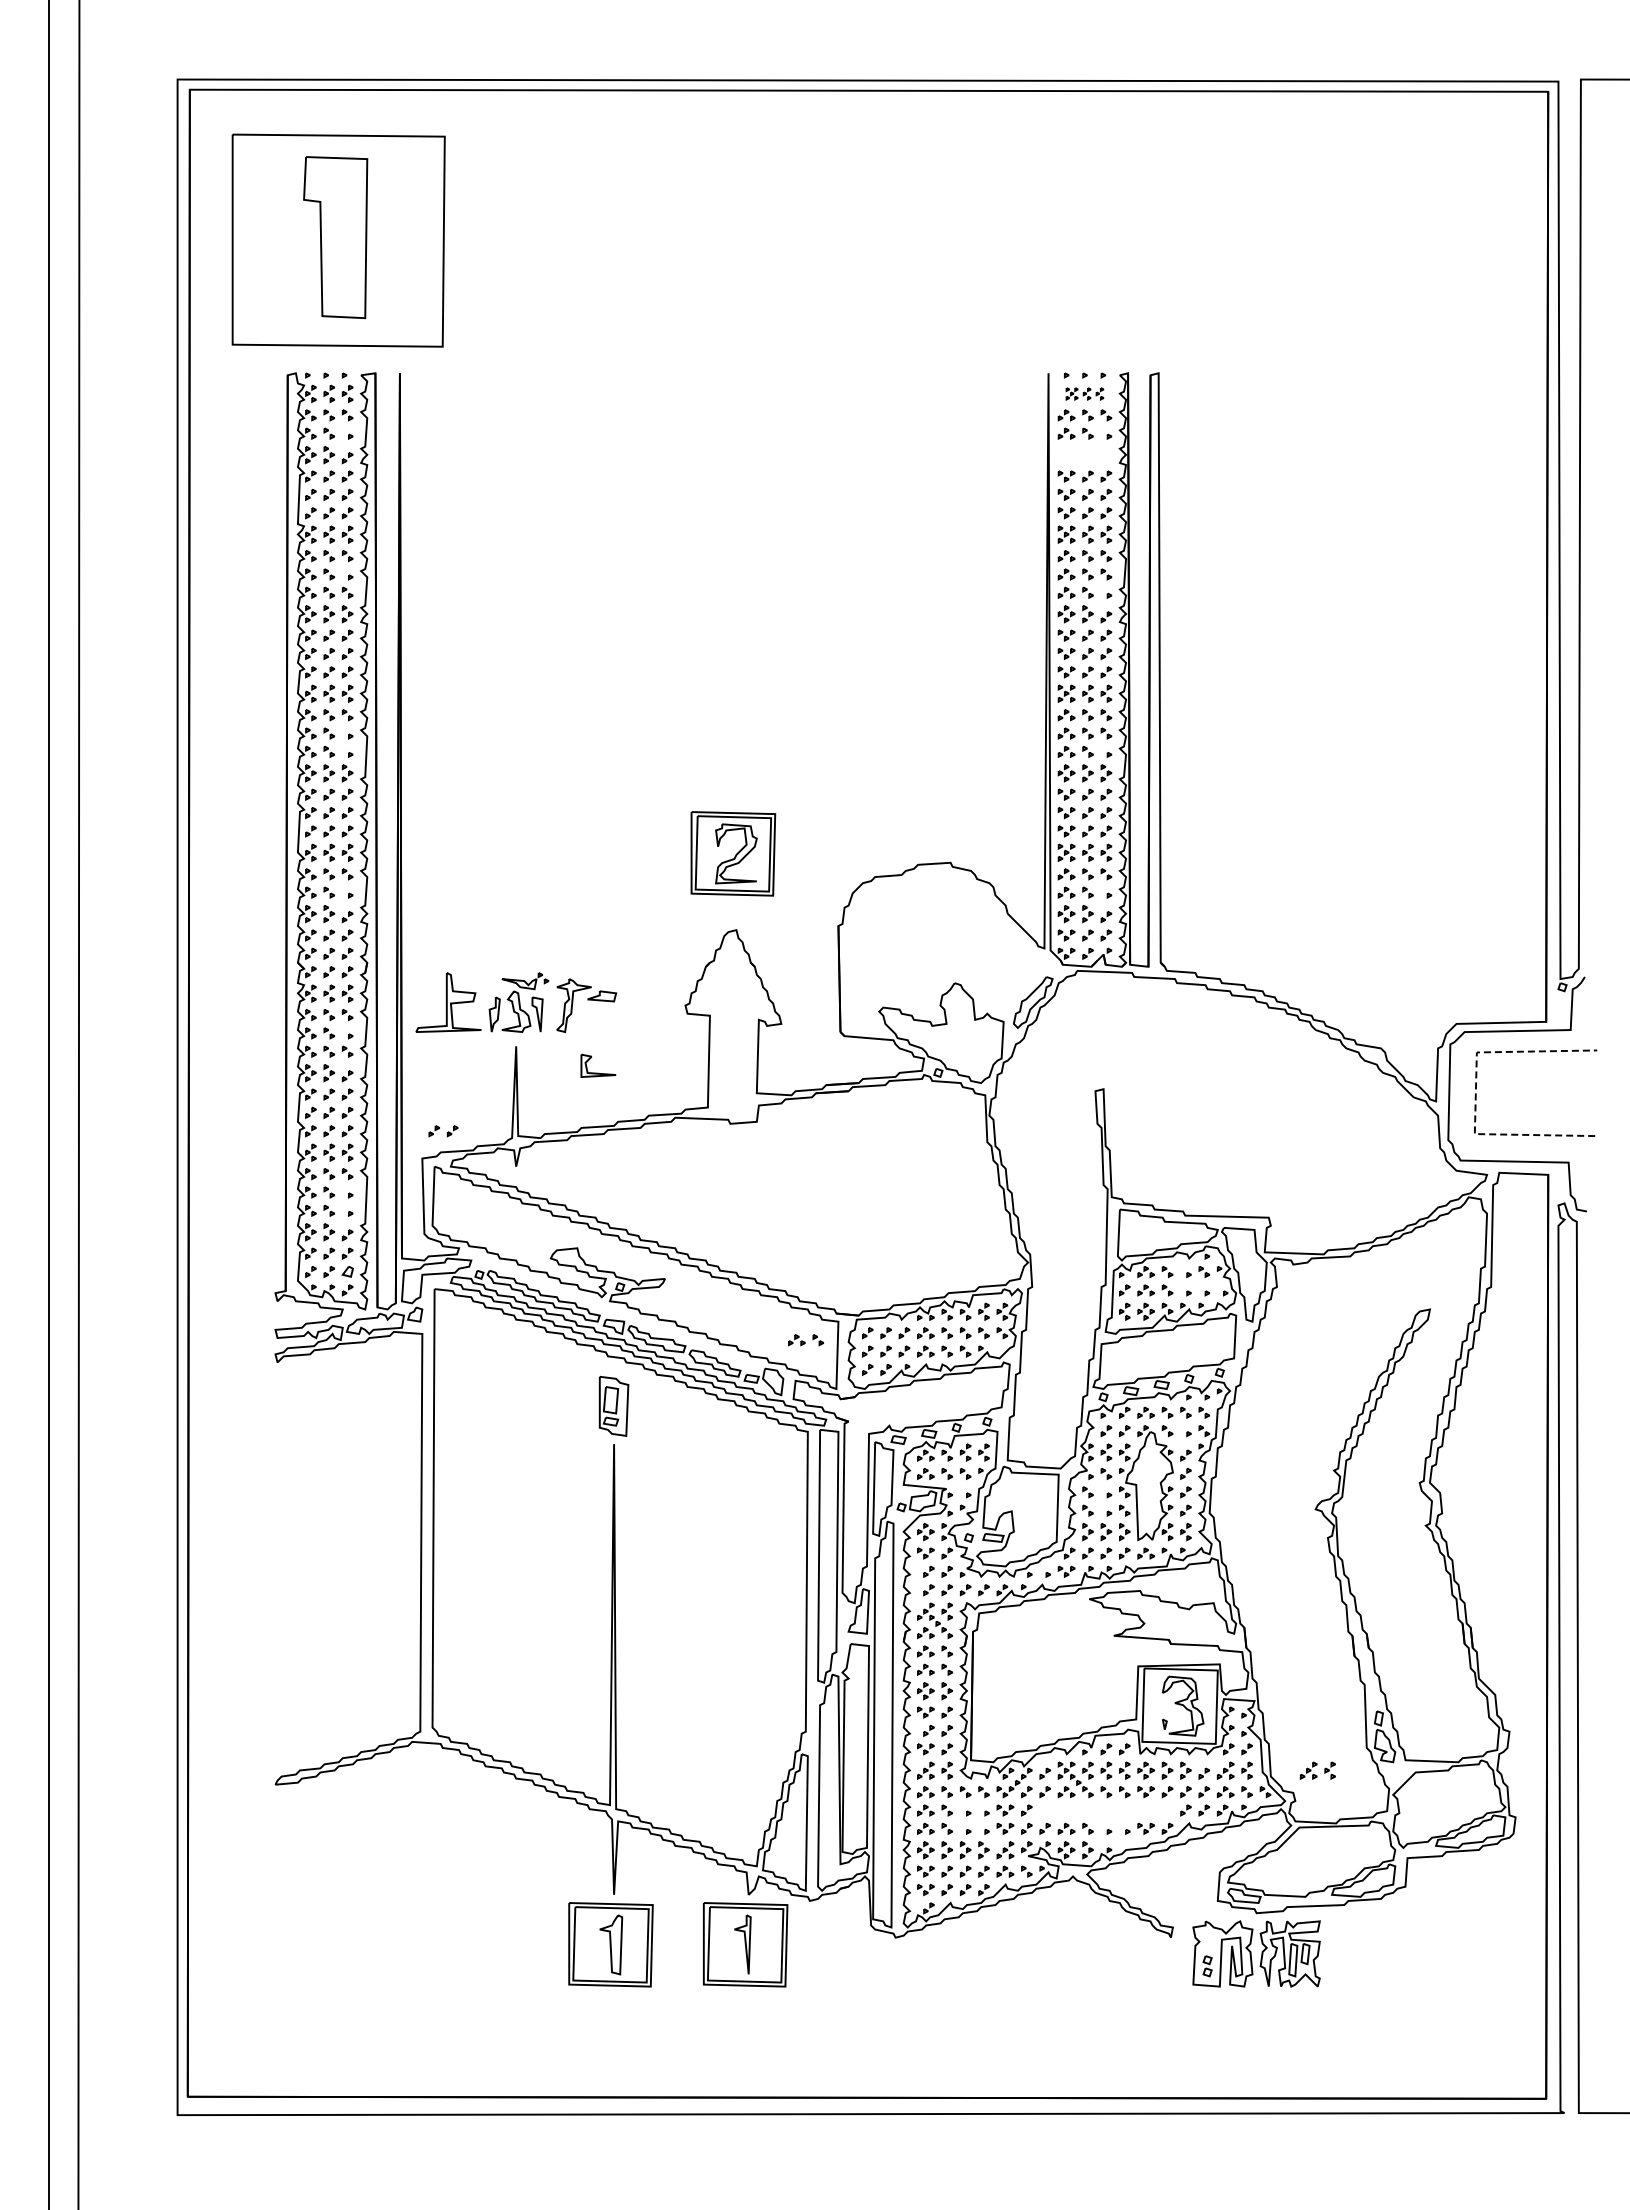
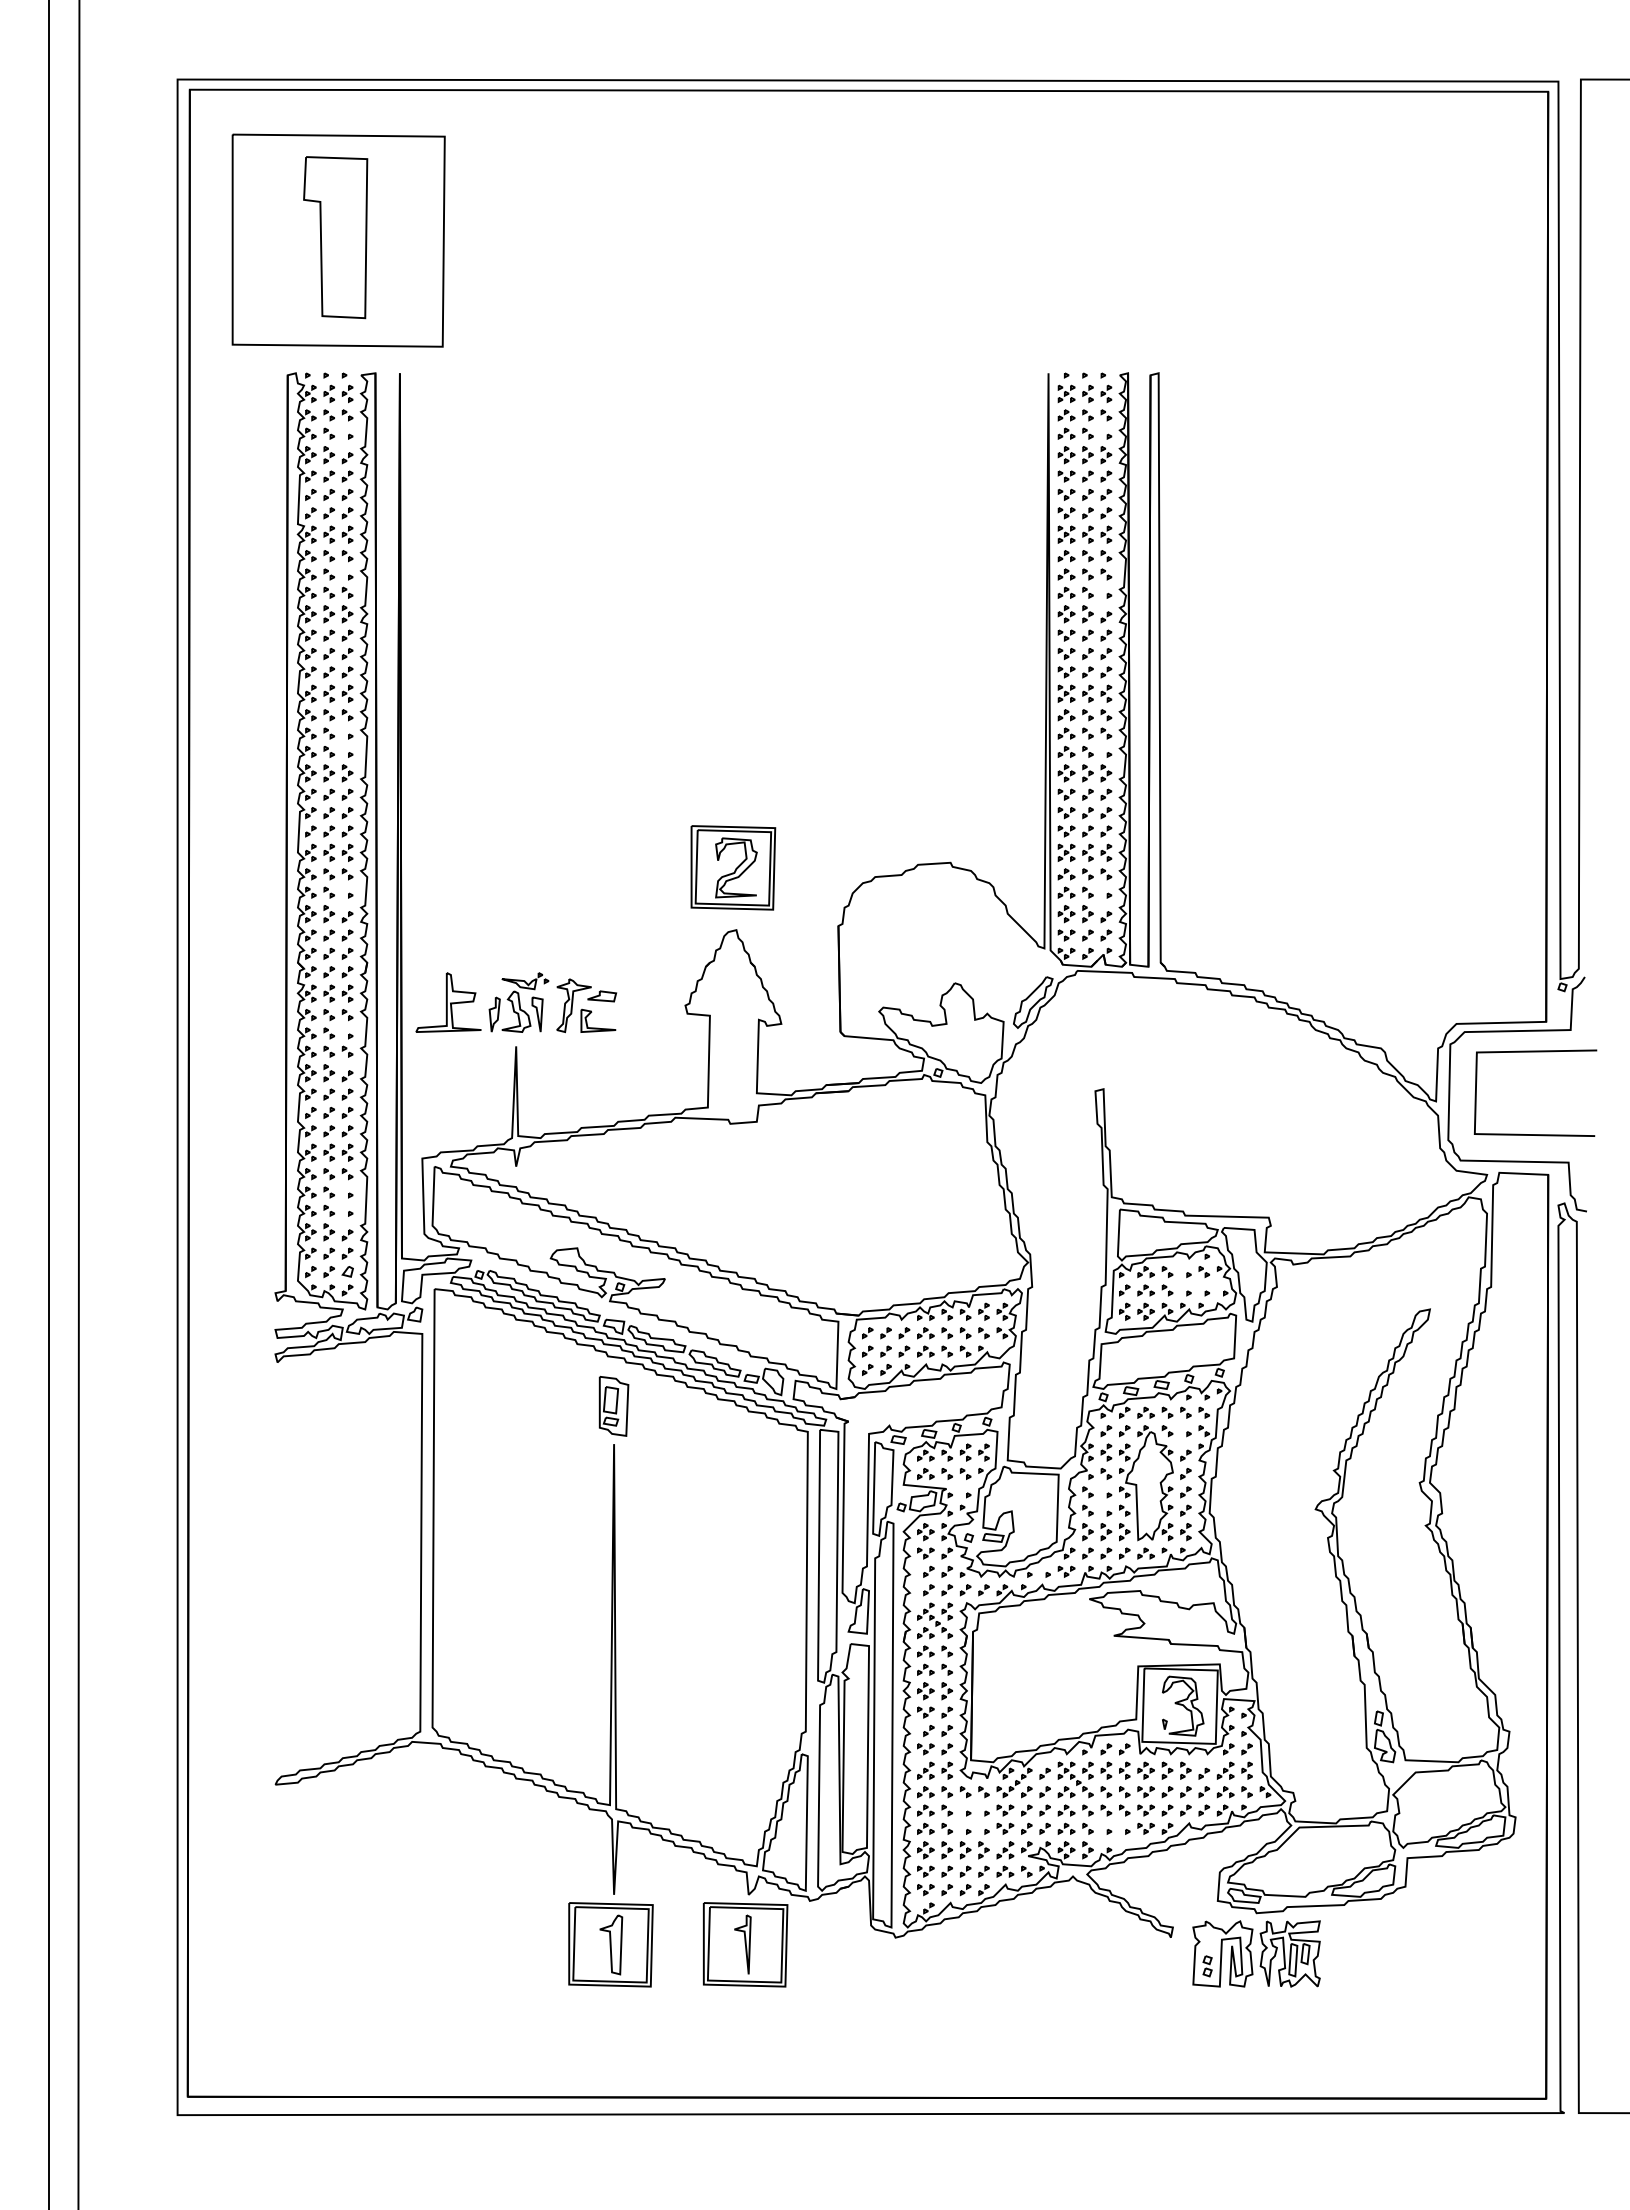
part at (1084, 393) size: 40x14 px -> 56x20 px
part at (1084, 455): none -> present
part at (733, 853) position: (733, 853) -> (733, 867)
part at (598, 1072) position: (598, 1072) -> (598, 1027)
line at (1475, 1093): dashed -> solid
part at (443, 1131): present -> none
part at (805, 1340): present -> none
part at (1317, 1770): present -> none
part at (1106, 1810): none -> present
